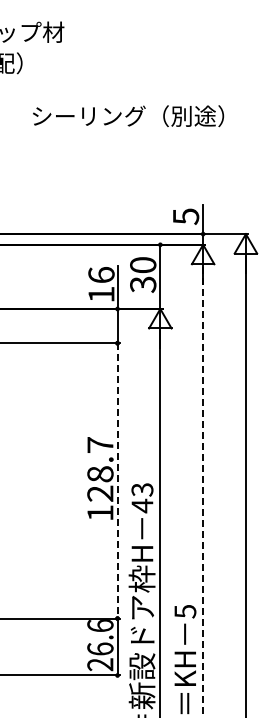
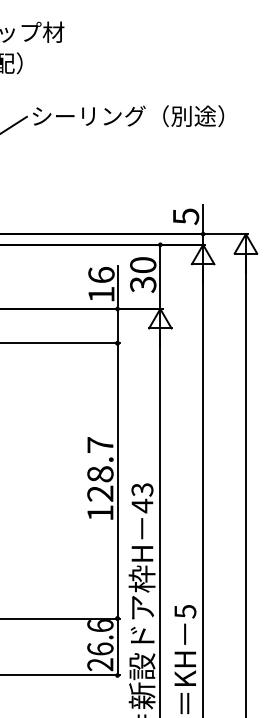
line at (14, 124): none -> present
line at (117, 480): dashed -> solid
line at (203, 493): dashed -> solid
